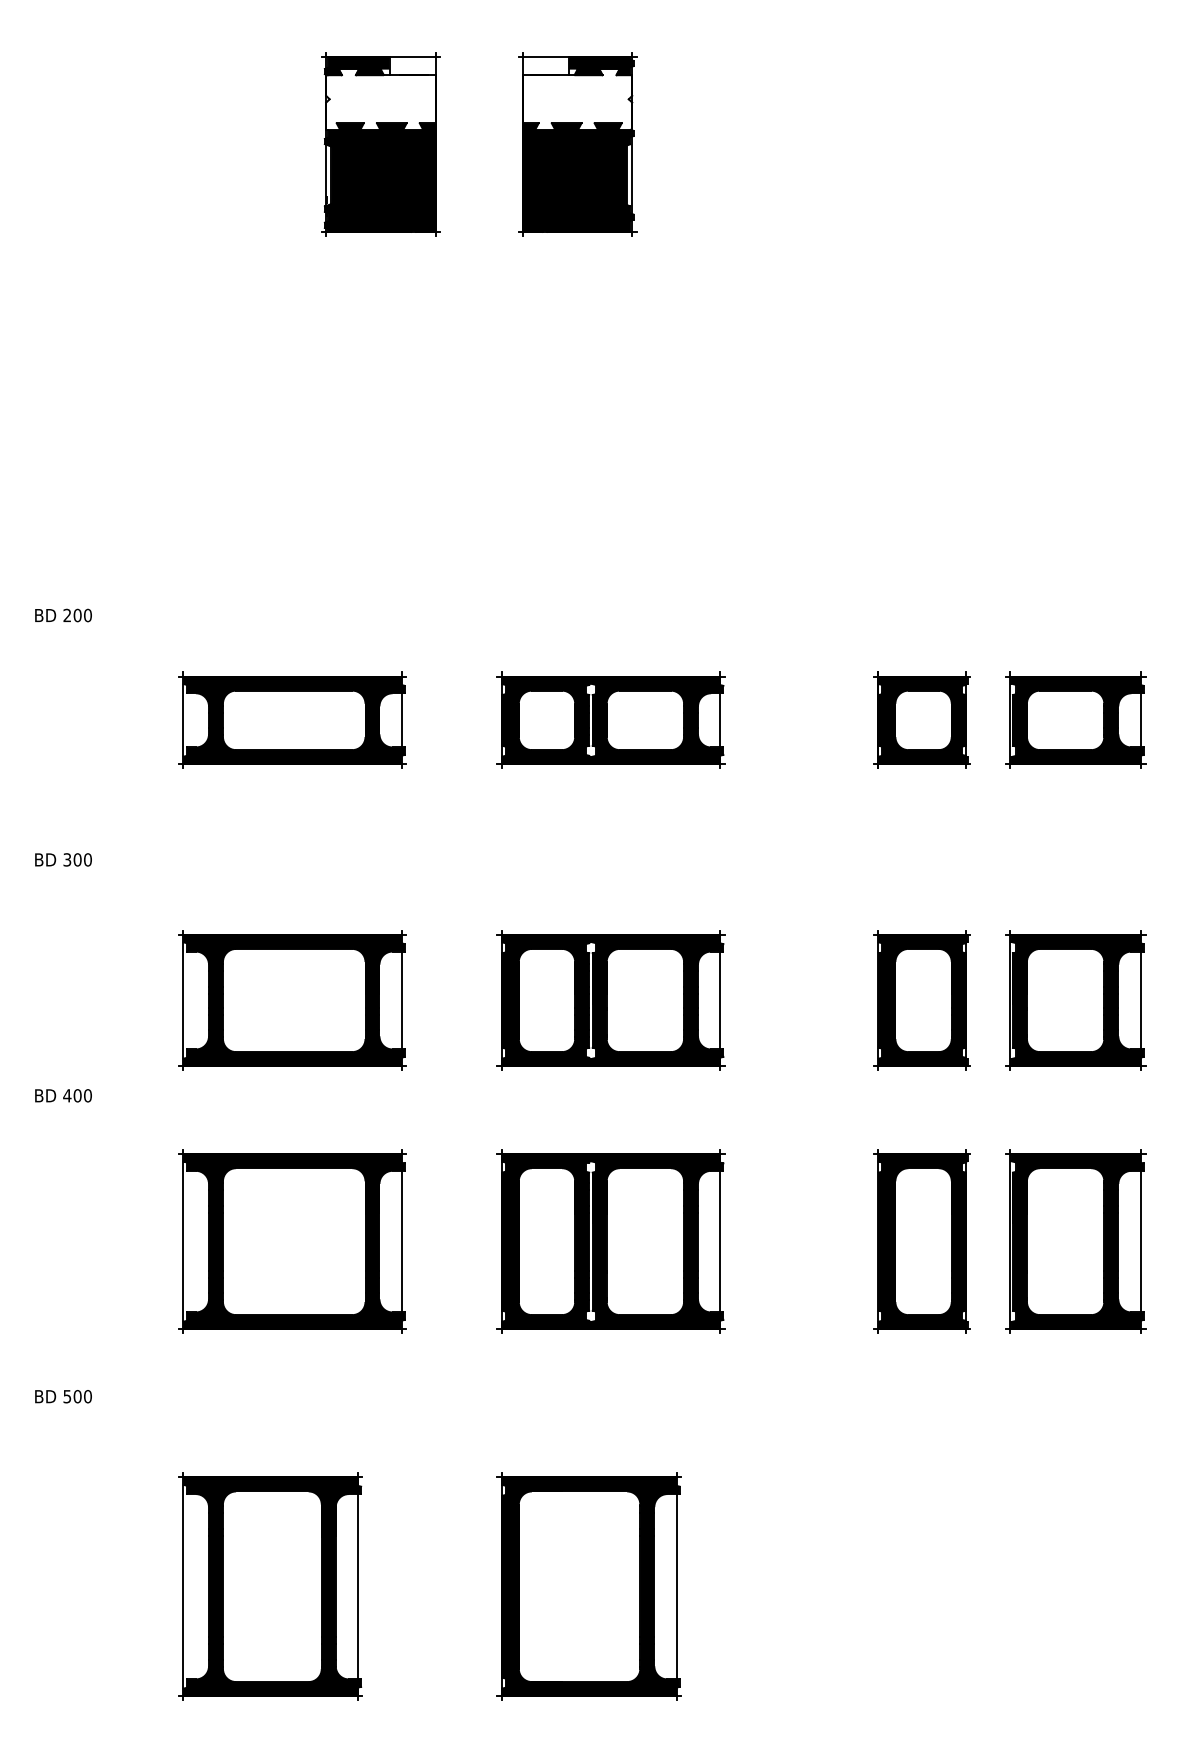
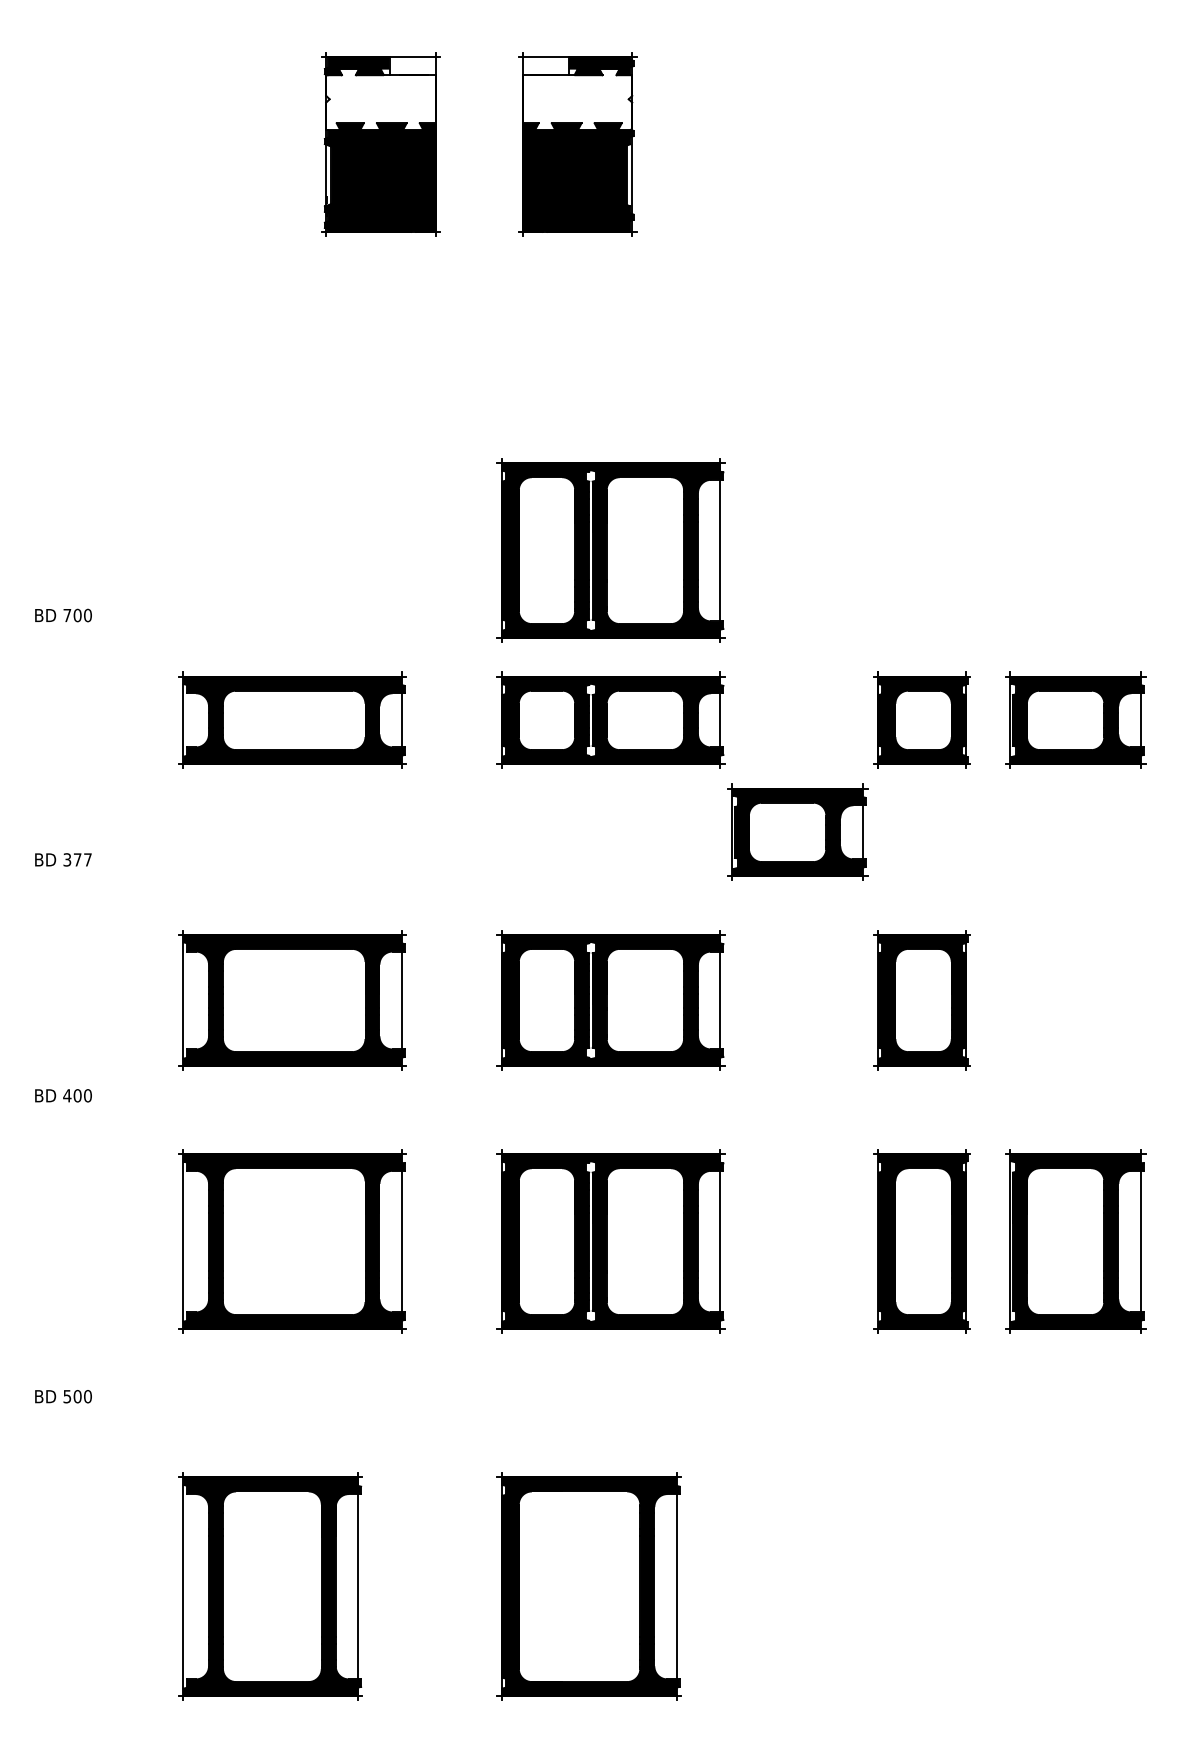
part at (610, 550): none -> present
text at (67, 615): 200 -> 700
part at (797, 831): none -> present
text at (82, 859): 300 -> 377
part at (1075, 1000): present -> none
